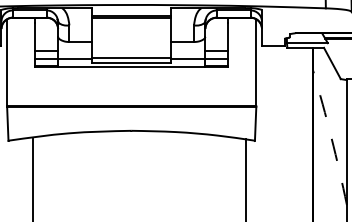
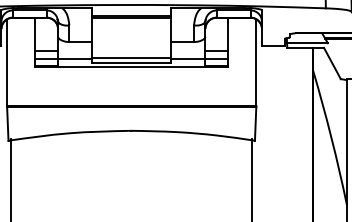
arc at (331, 137): dashed -> solid
line at (33, 178) position: (33, 178) -> (11, 178)
line at (246, 178) position: (246, 178) -> (252, 178)
